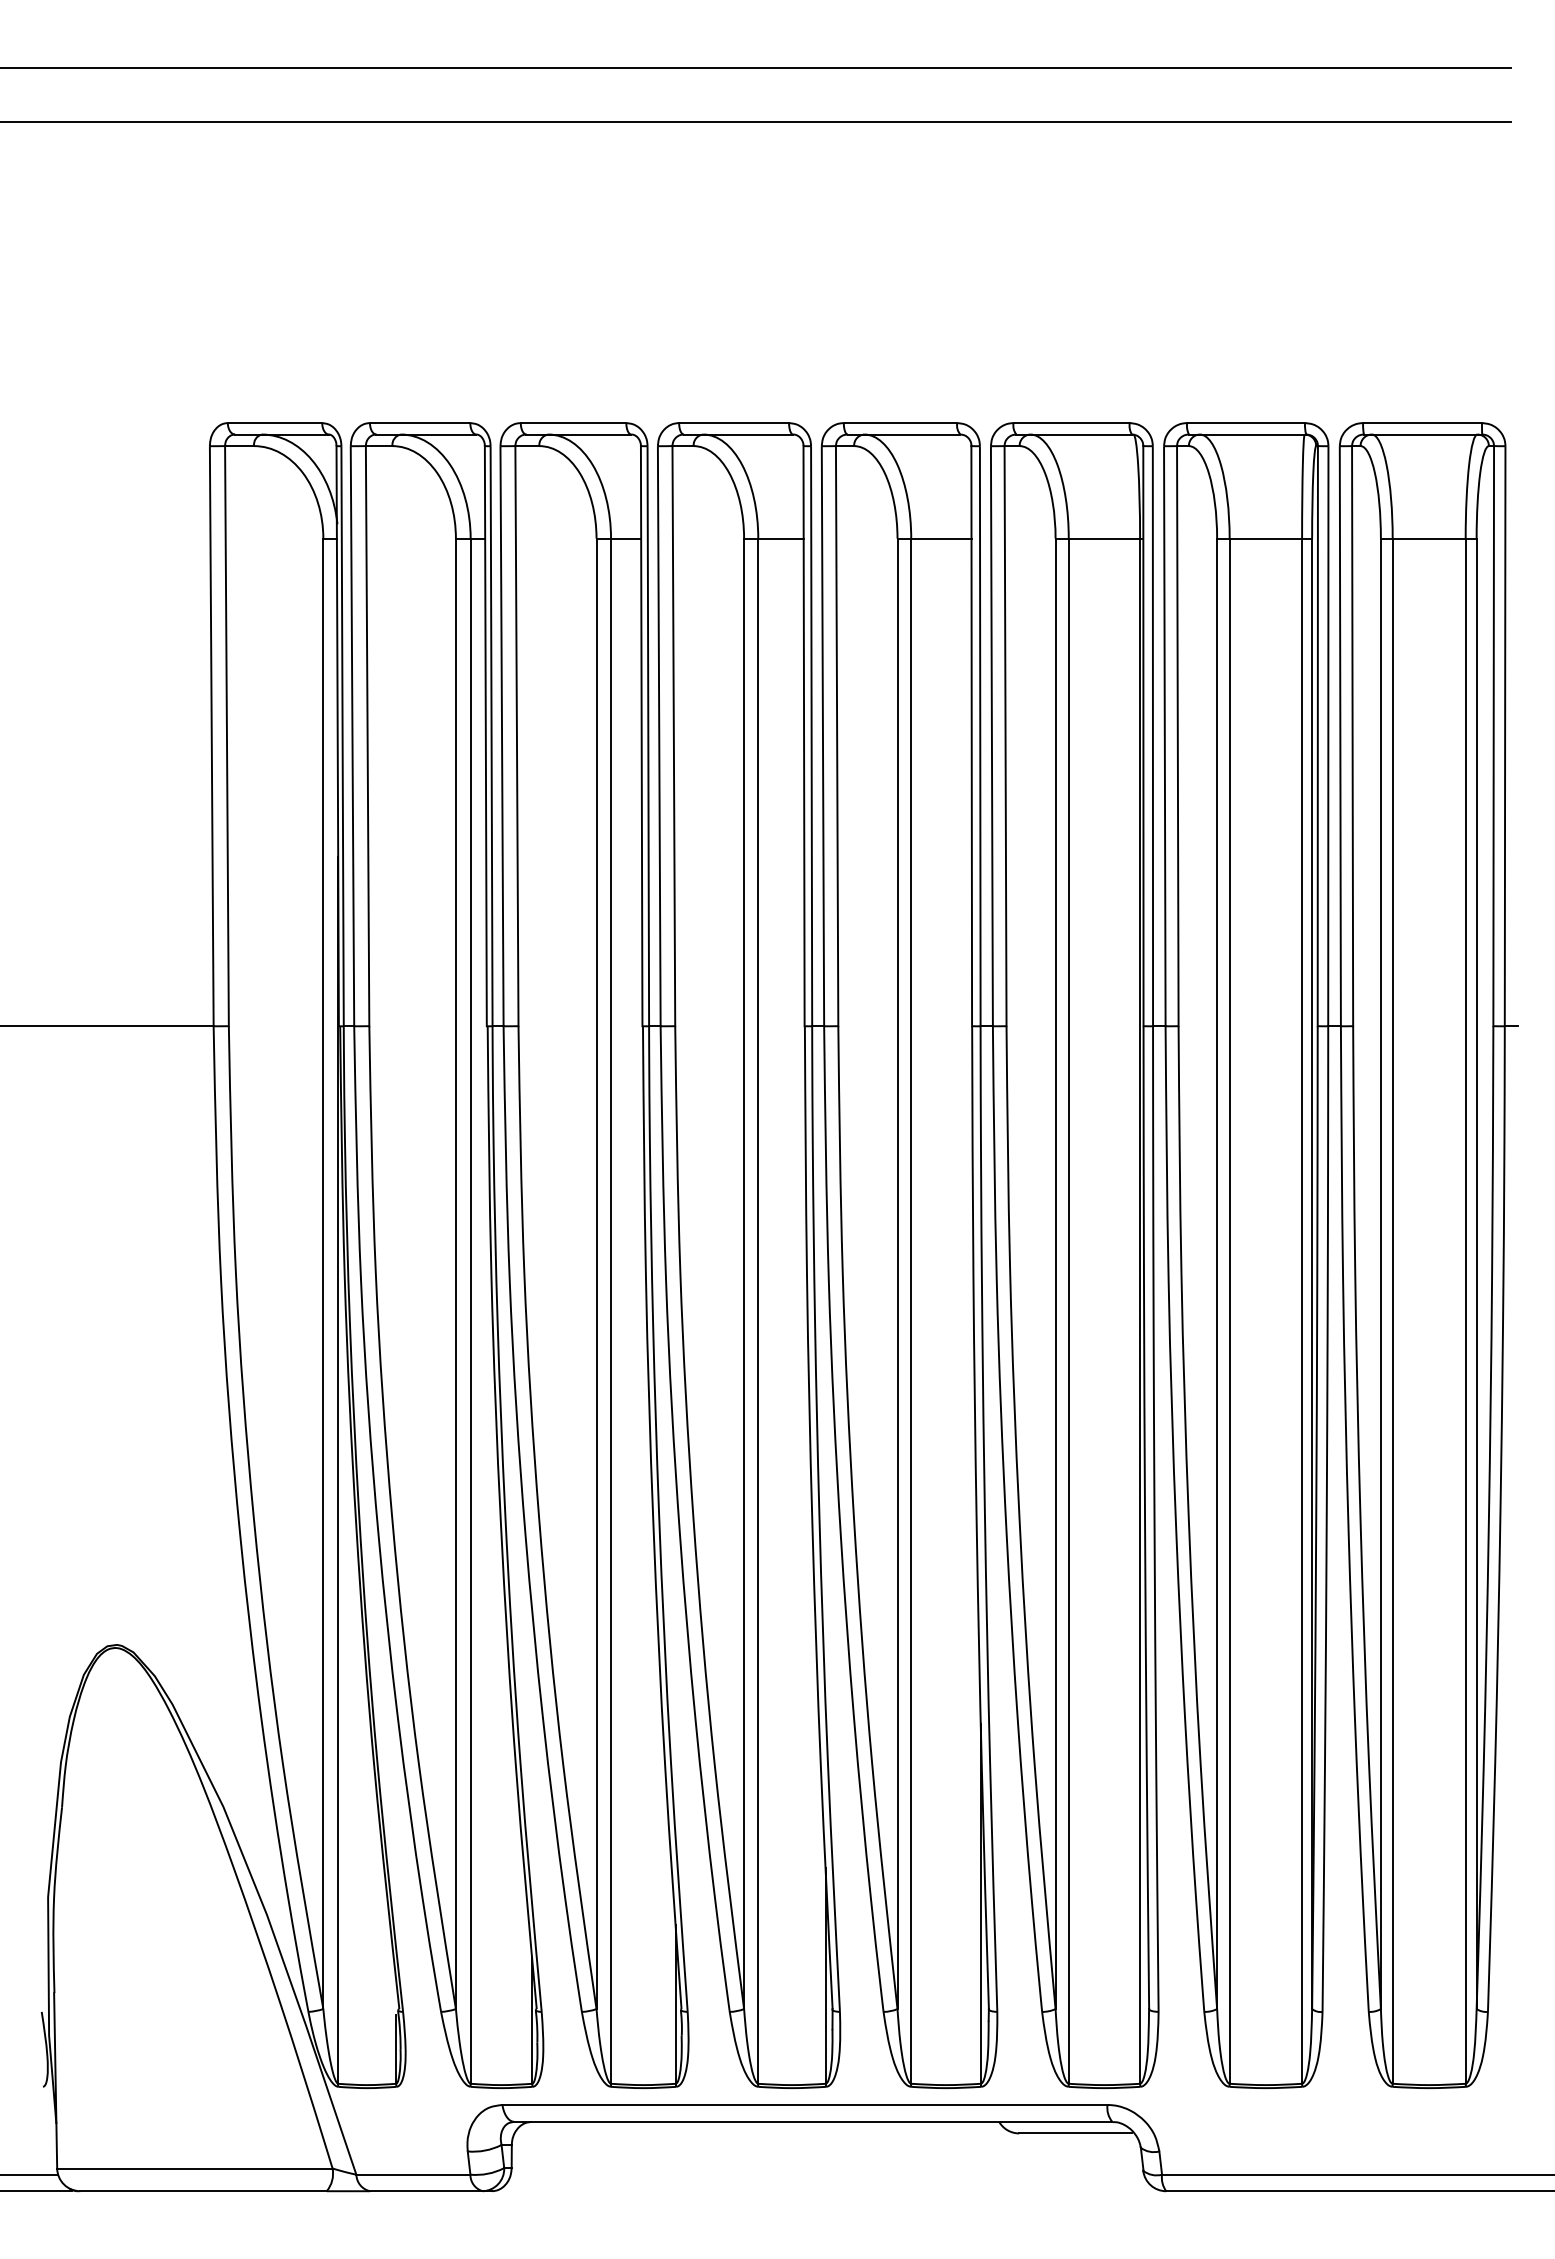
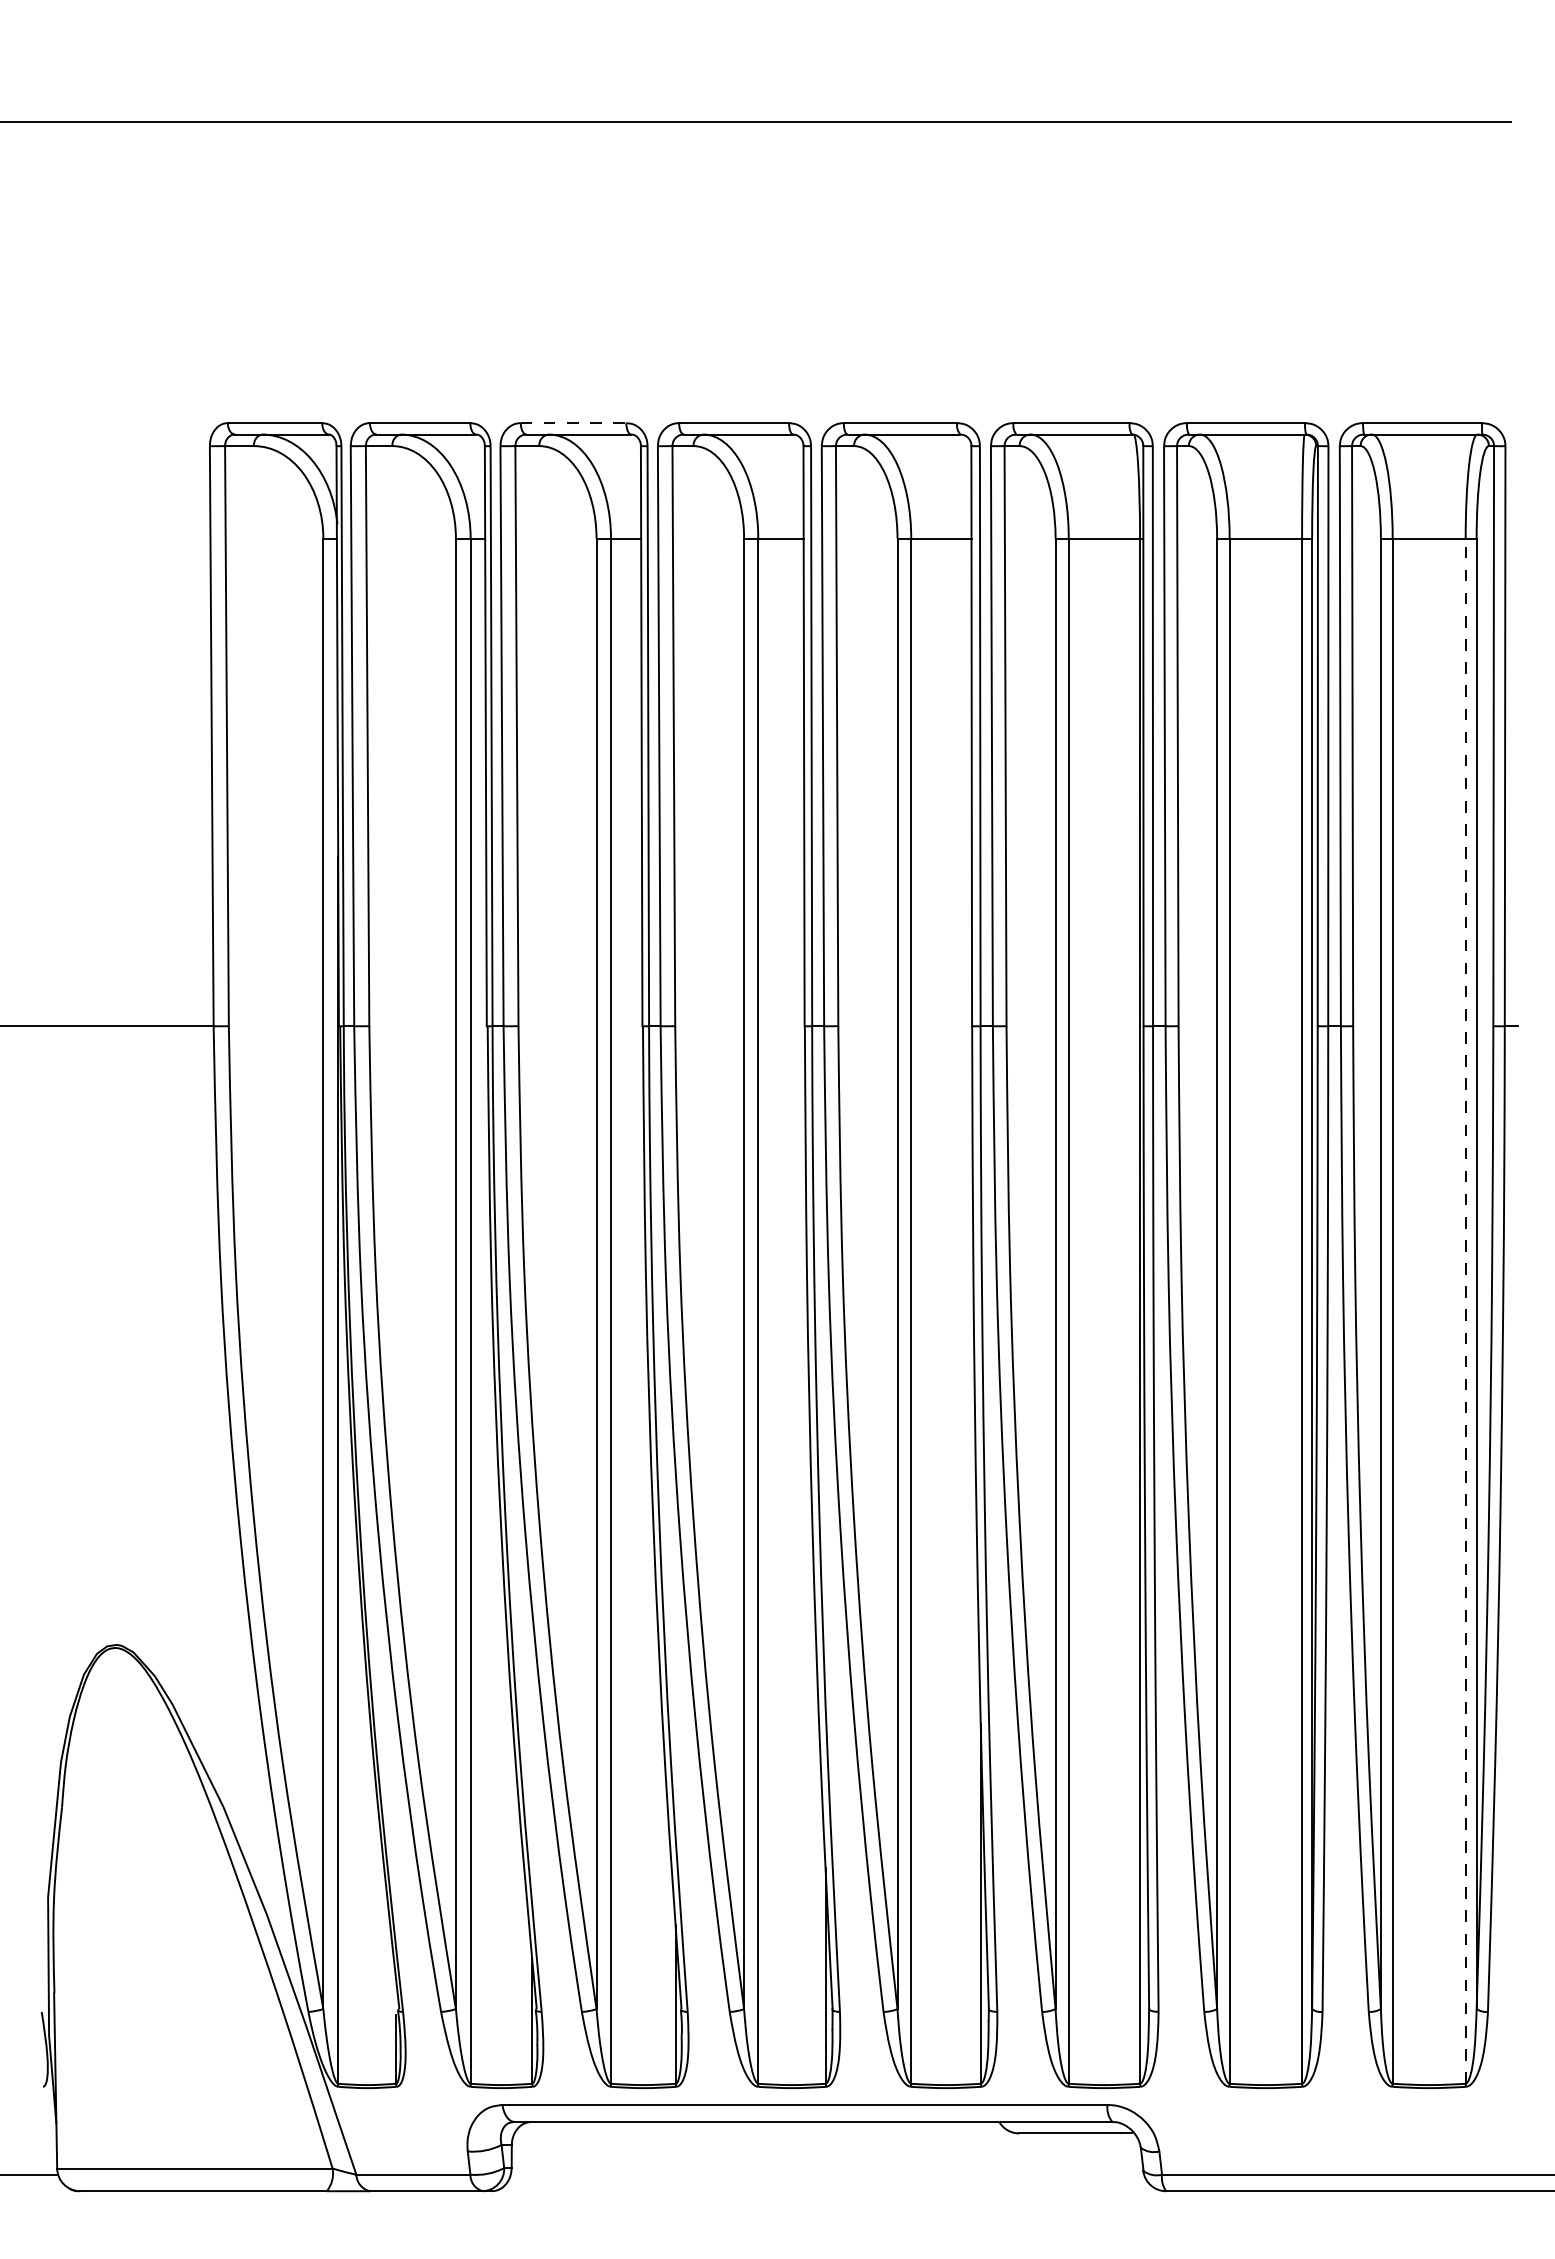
line at (756, 67): present -> none
line at (573, 423): solid -> dashed
line at (1465, 1311): solid -> dashed
line at (36, 2191): present -> none
